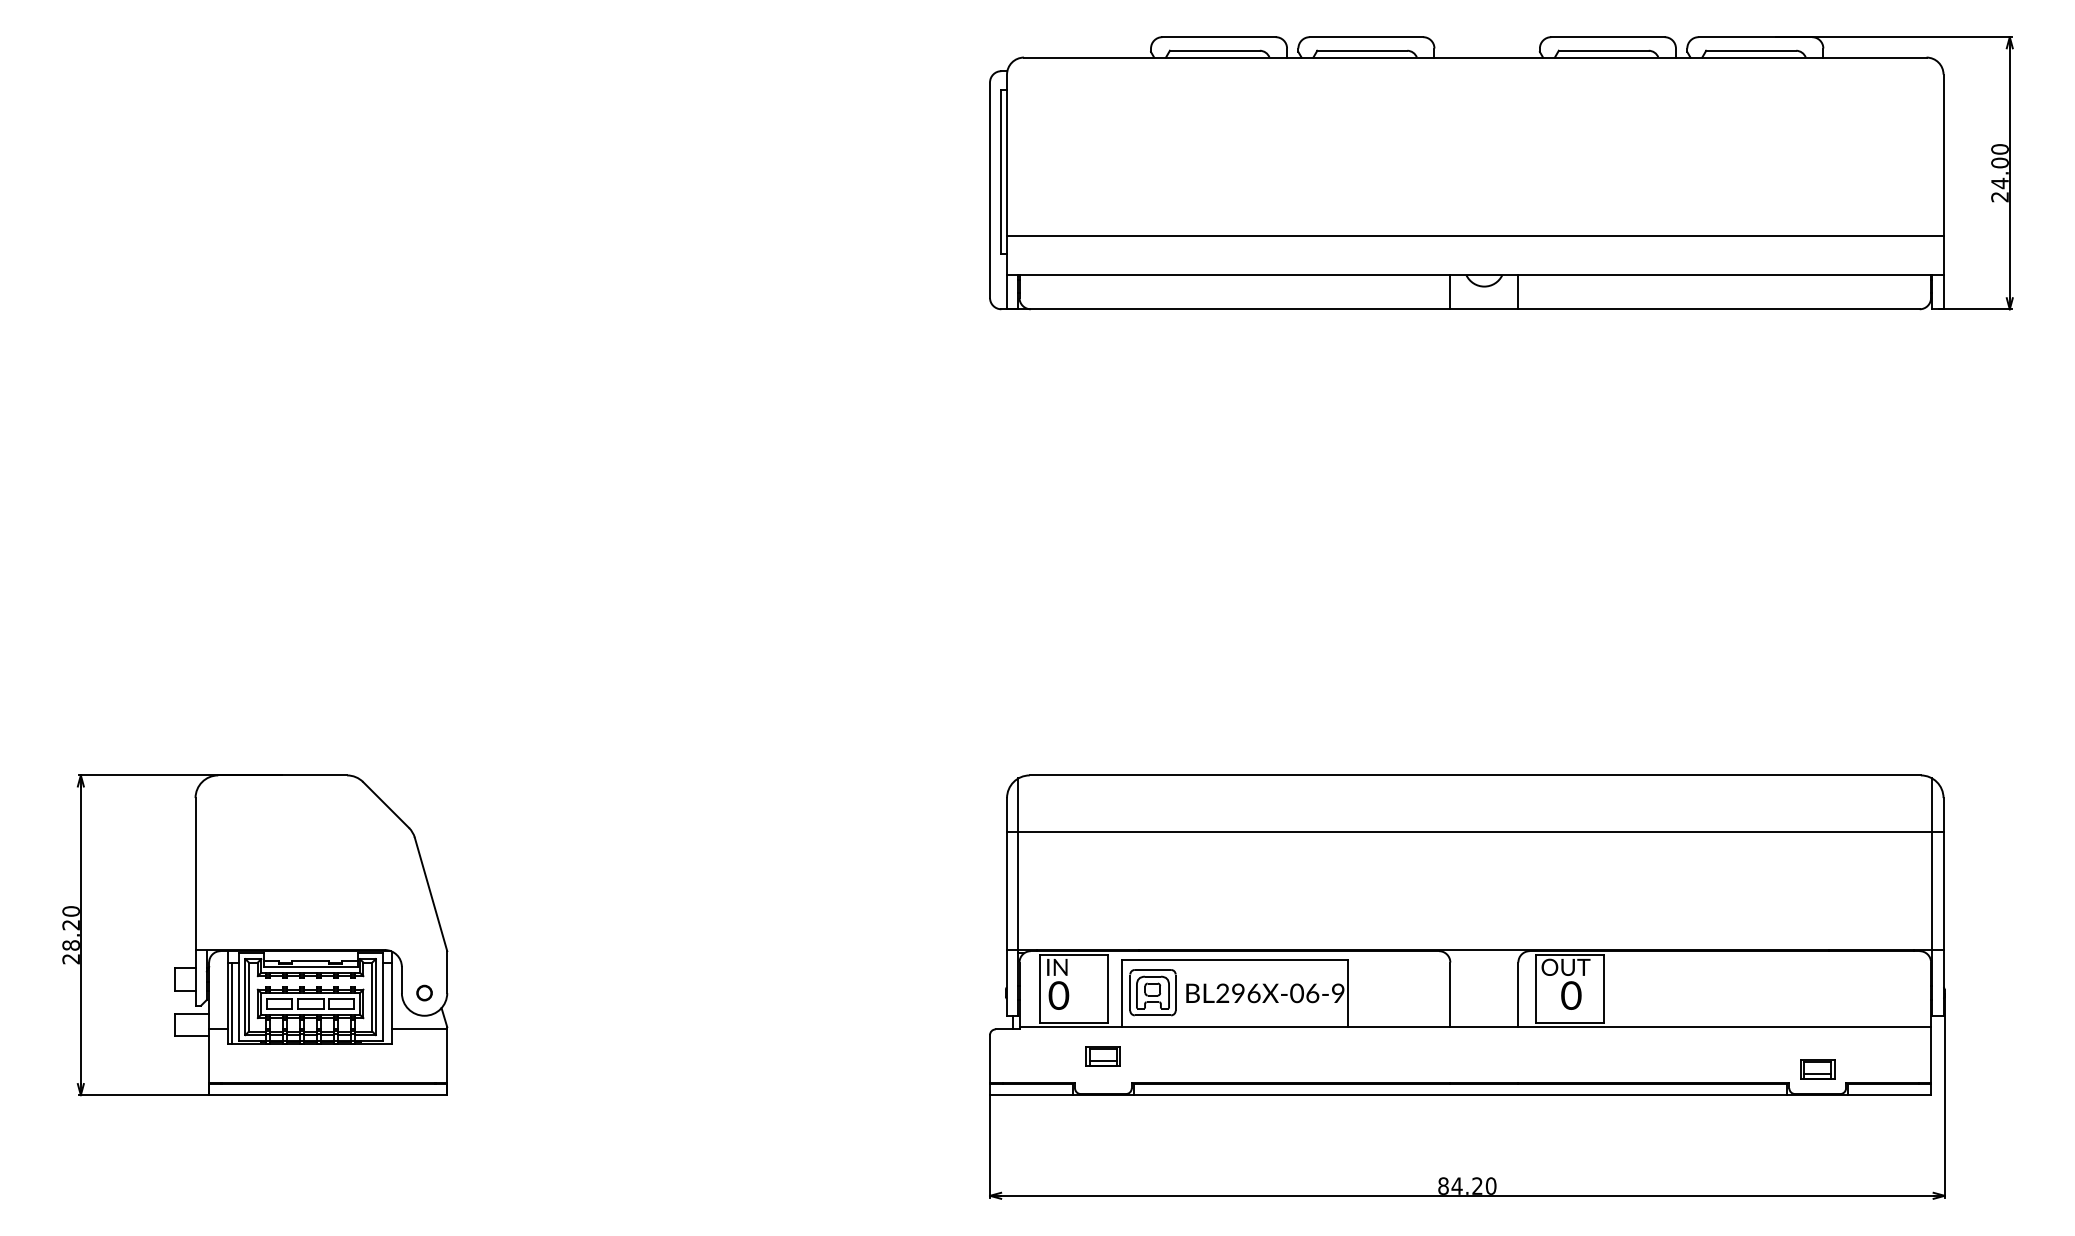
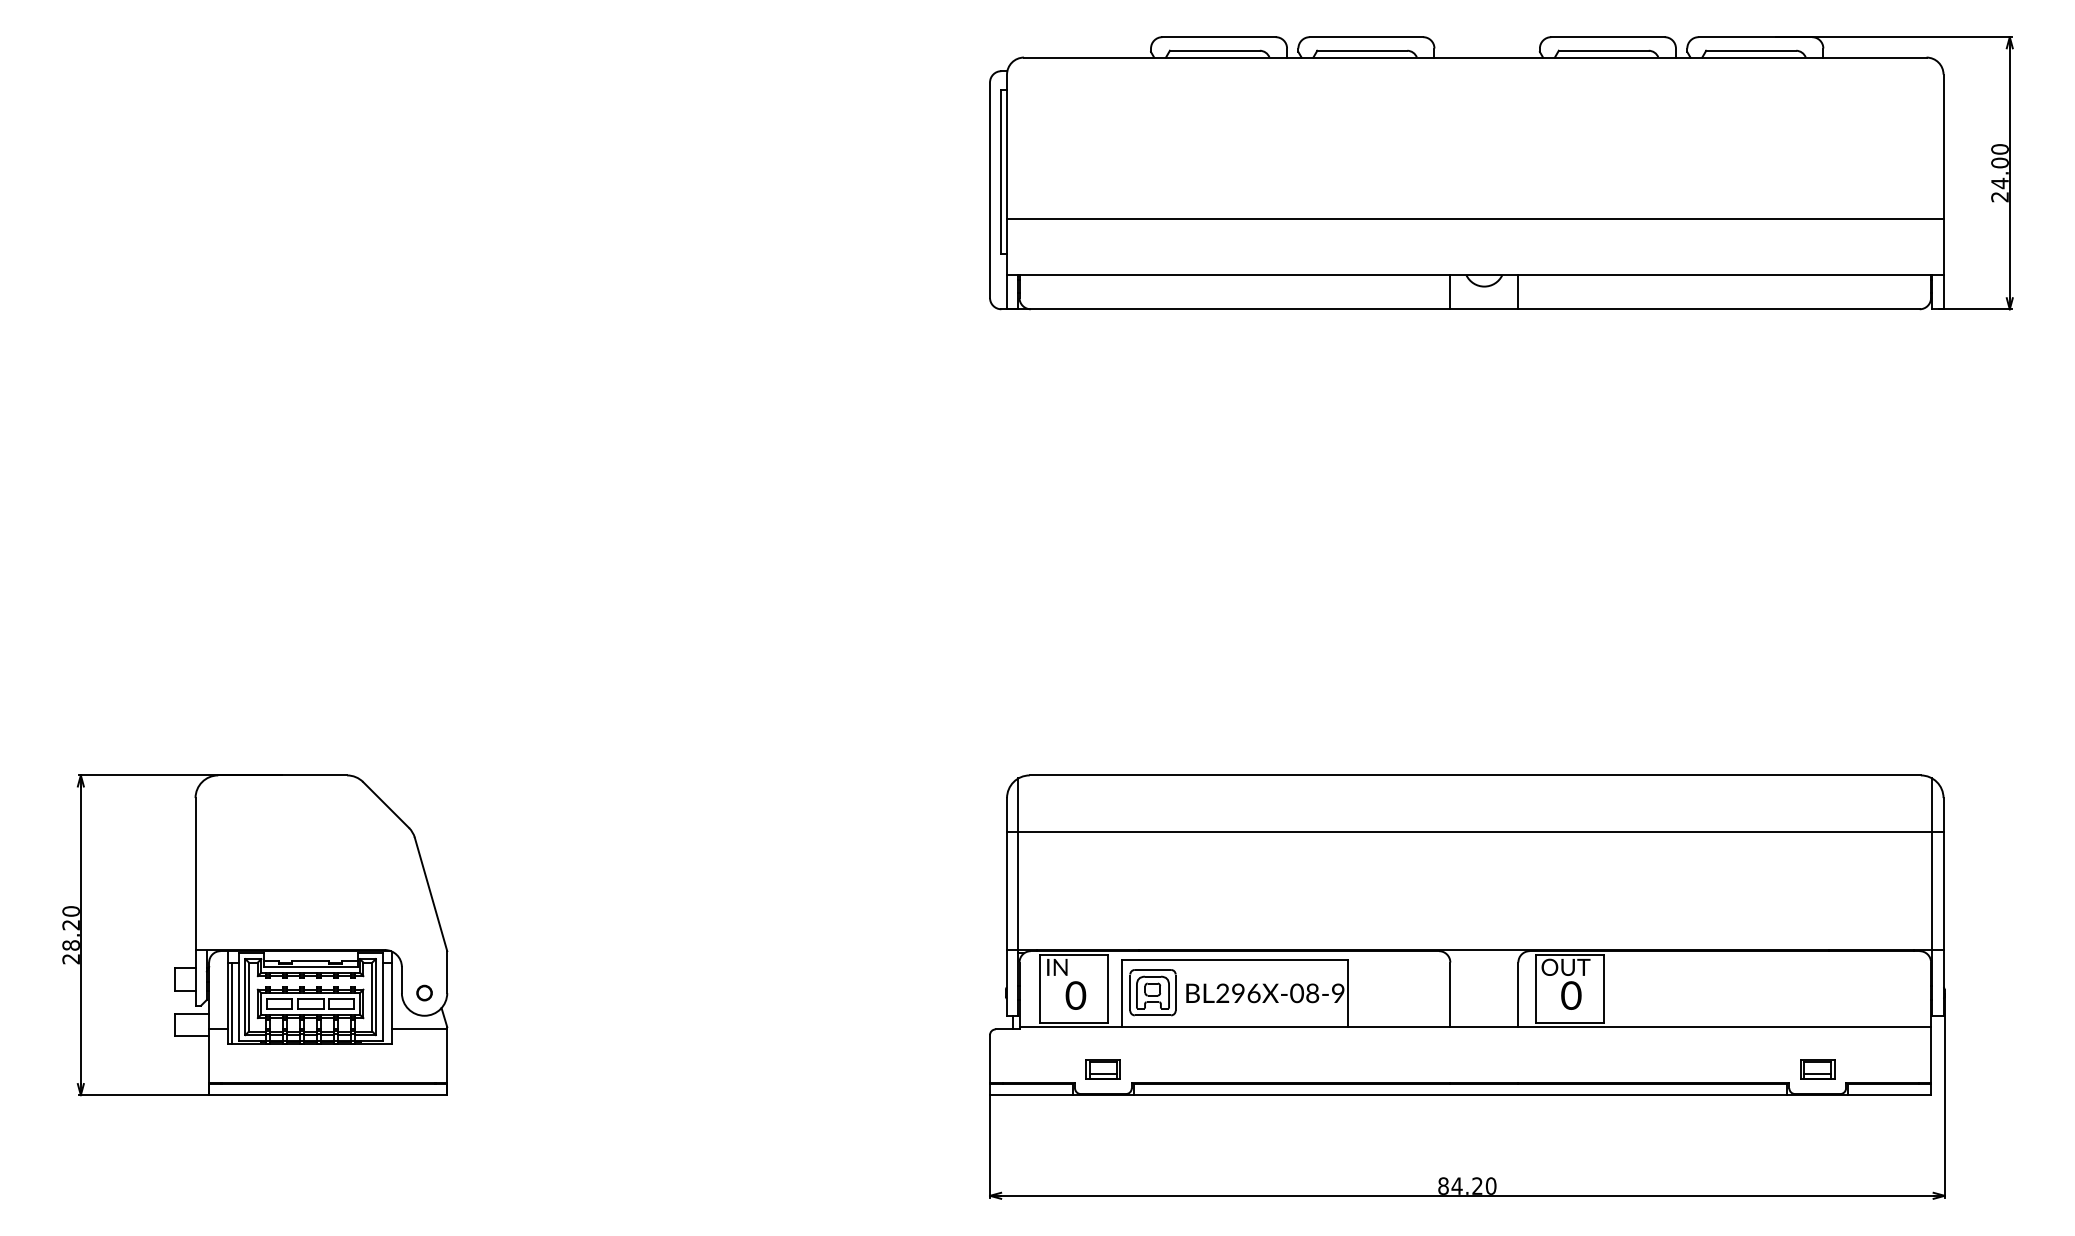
line at (1475, 235) position: (1475, 235) -> (1475, 218)
text at (1312, 992): BL296X-06-9 -> BL296X-08-9
text at (1058, 995) position: (1058, 995) -> (1075, 995)
part at (1102, 1056) position: (1102, 1056) -> (1102, 1069)
